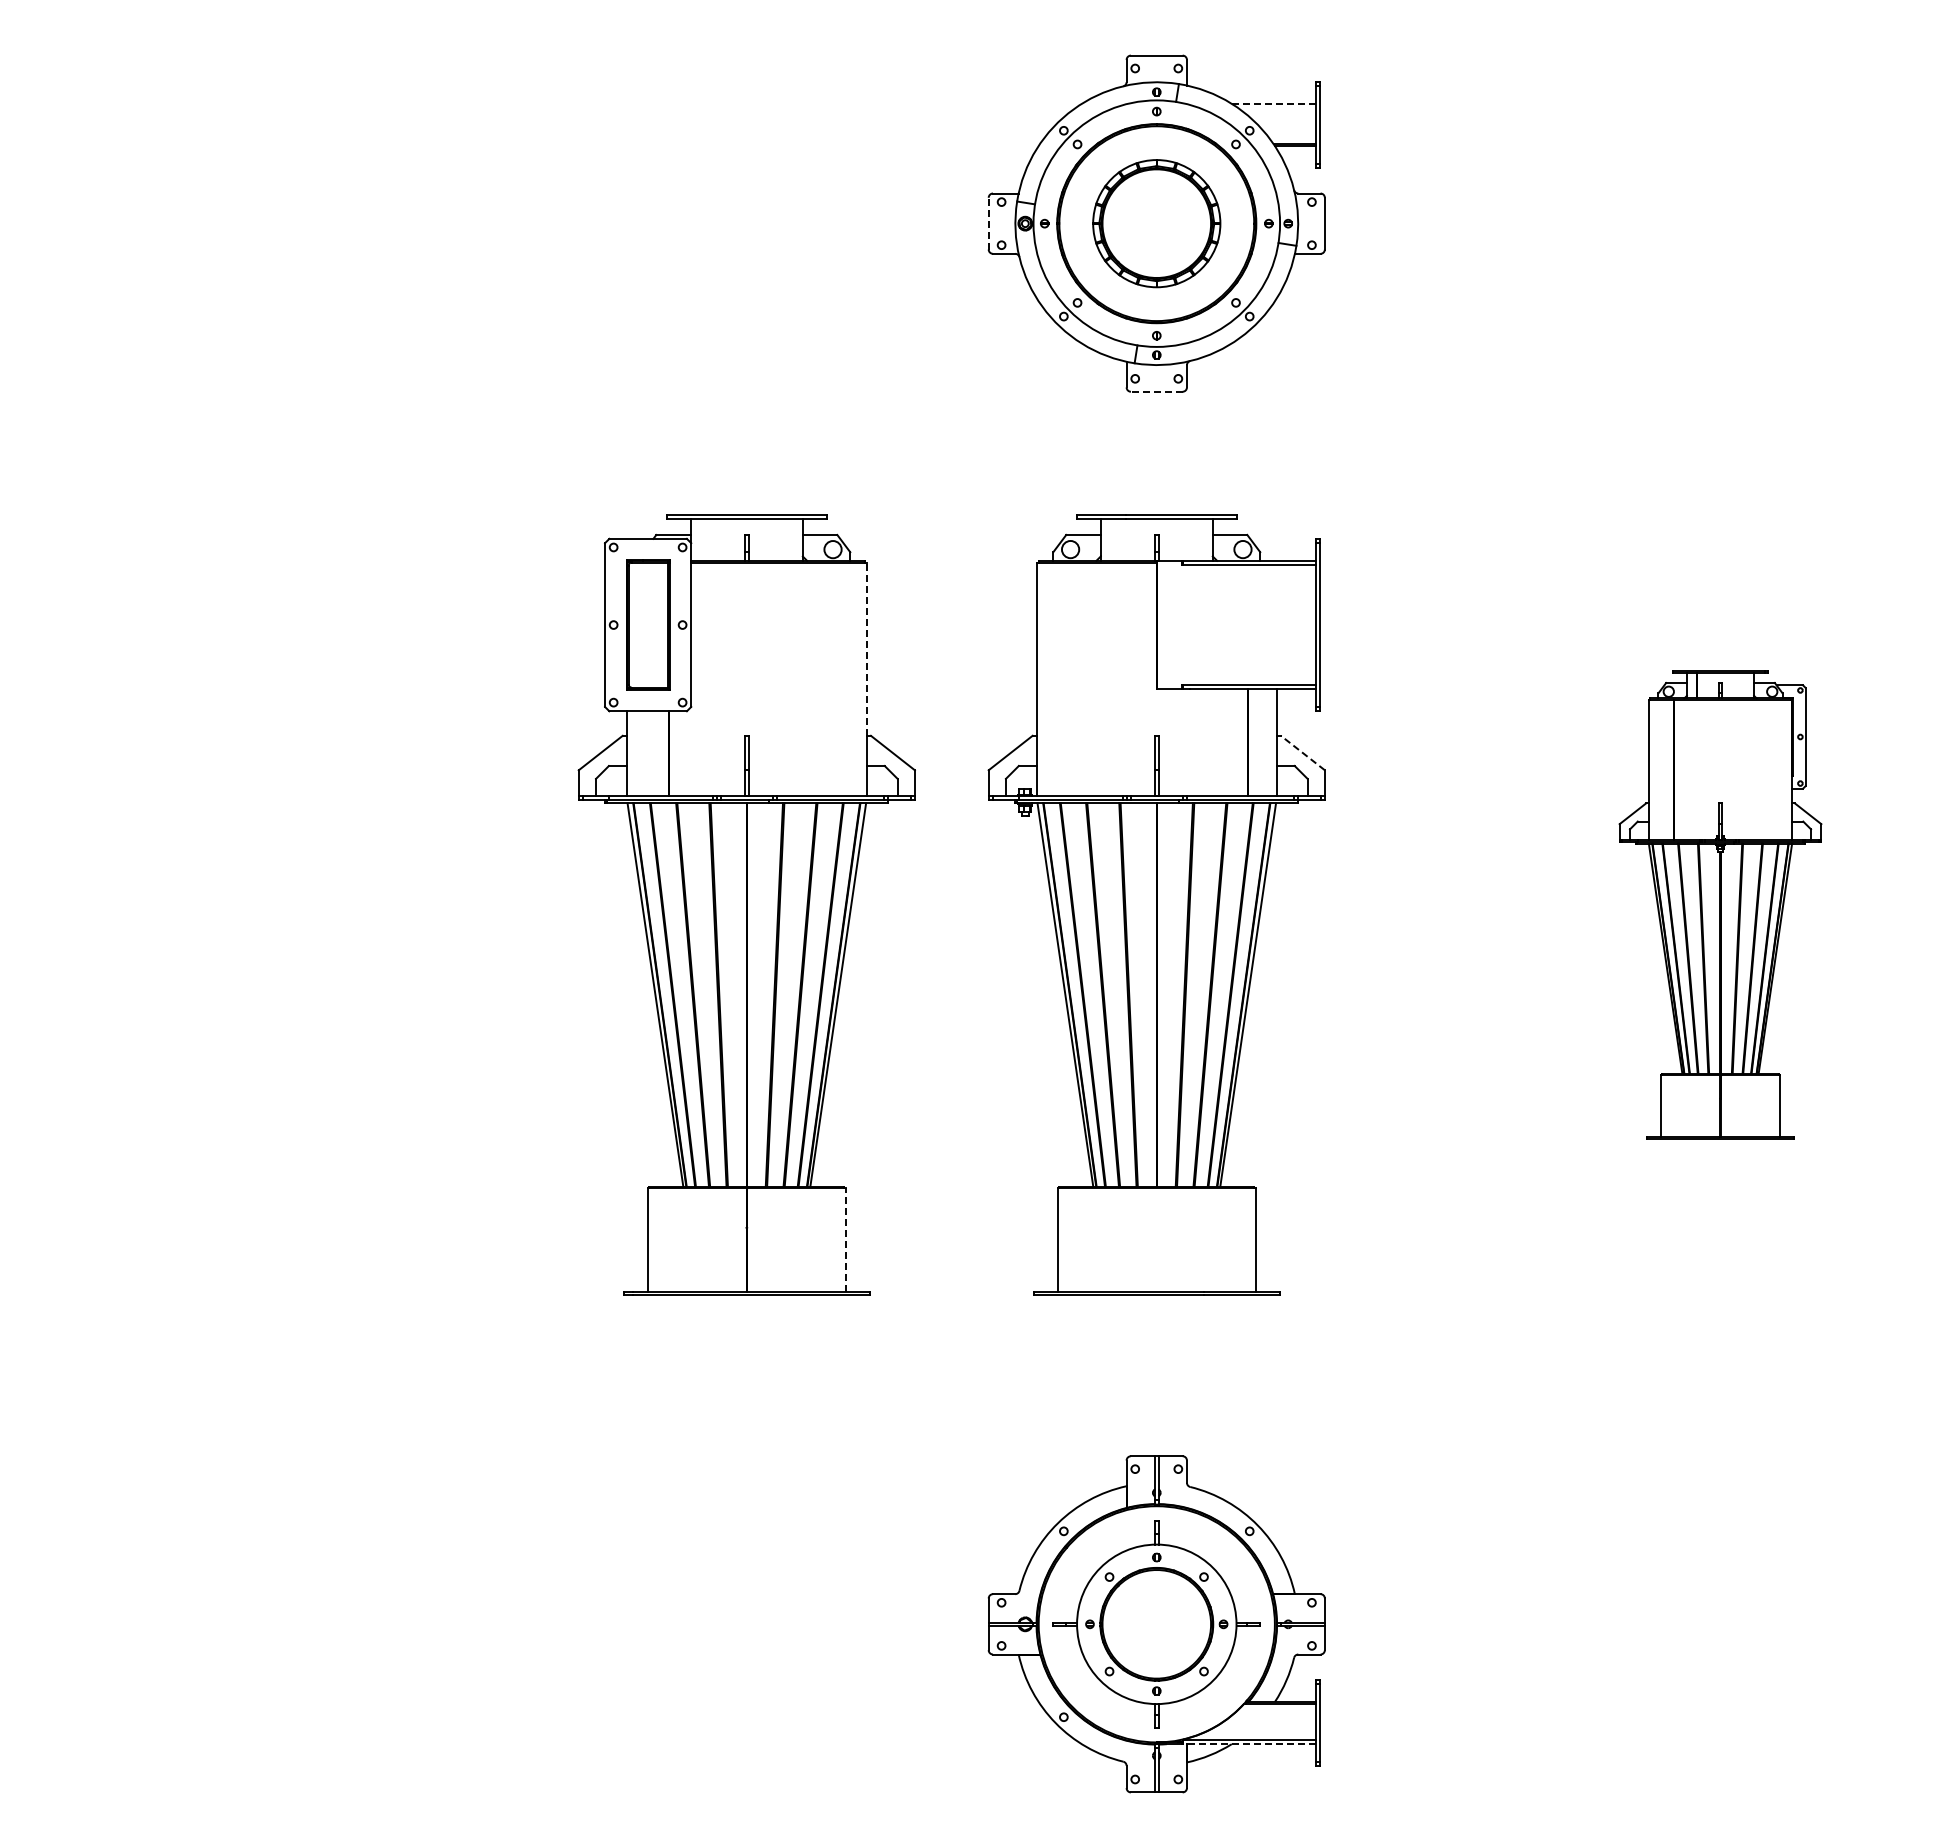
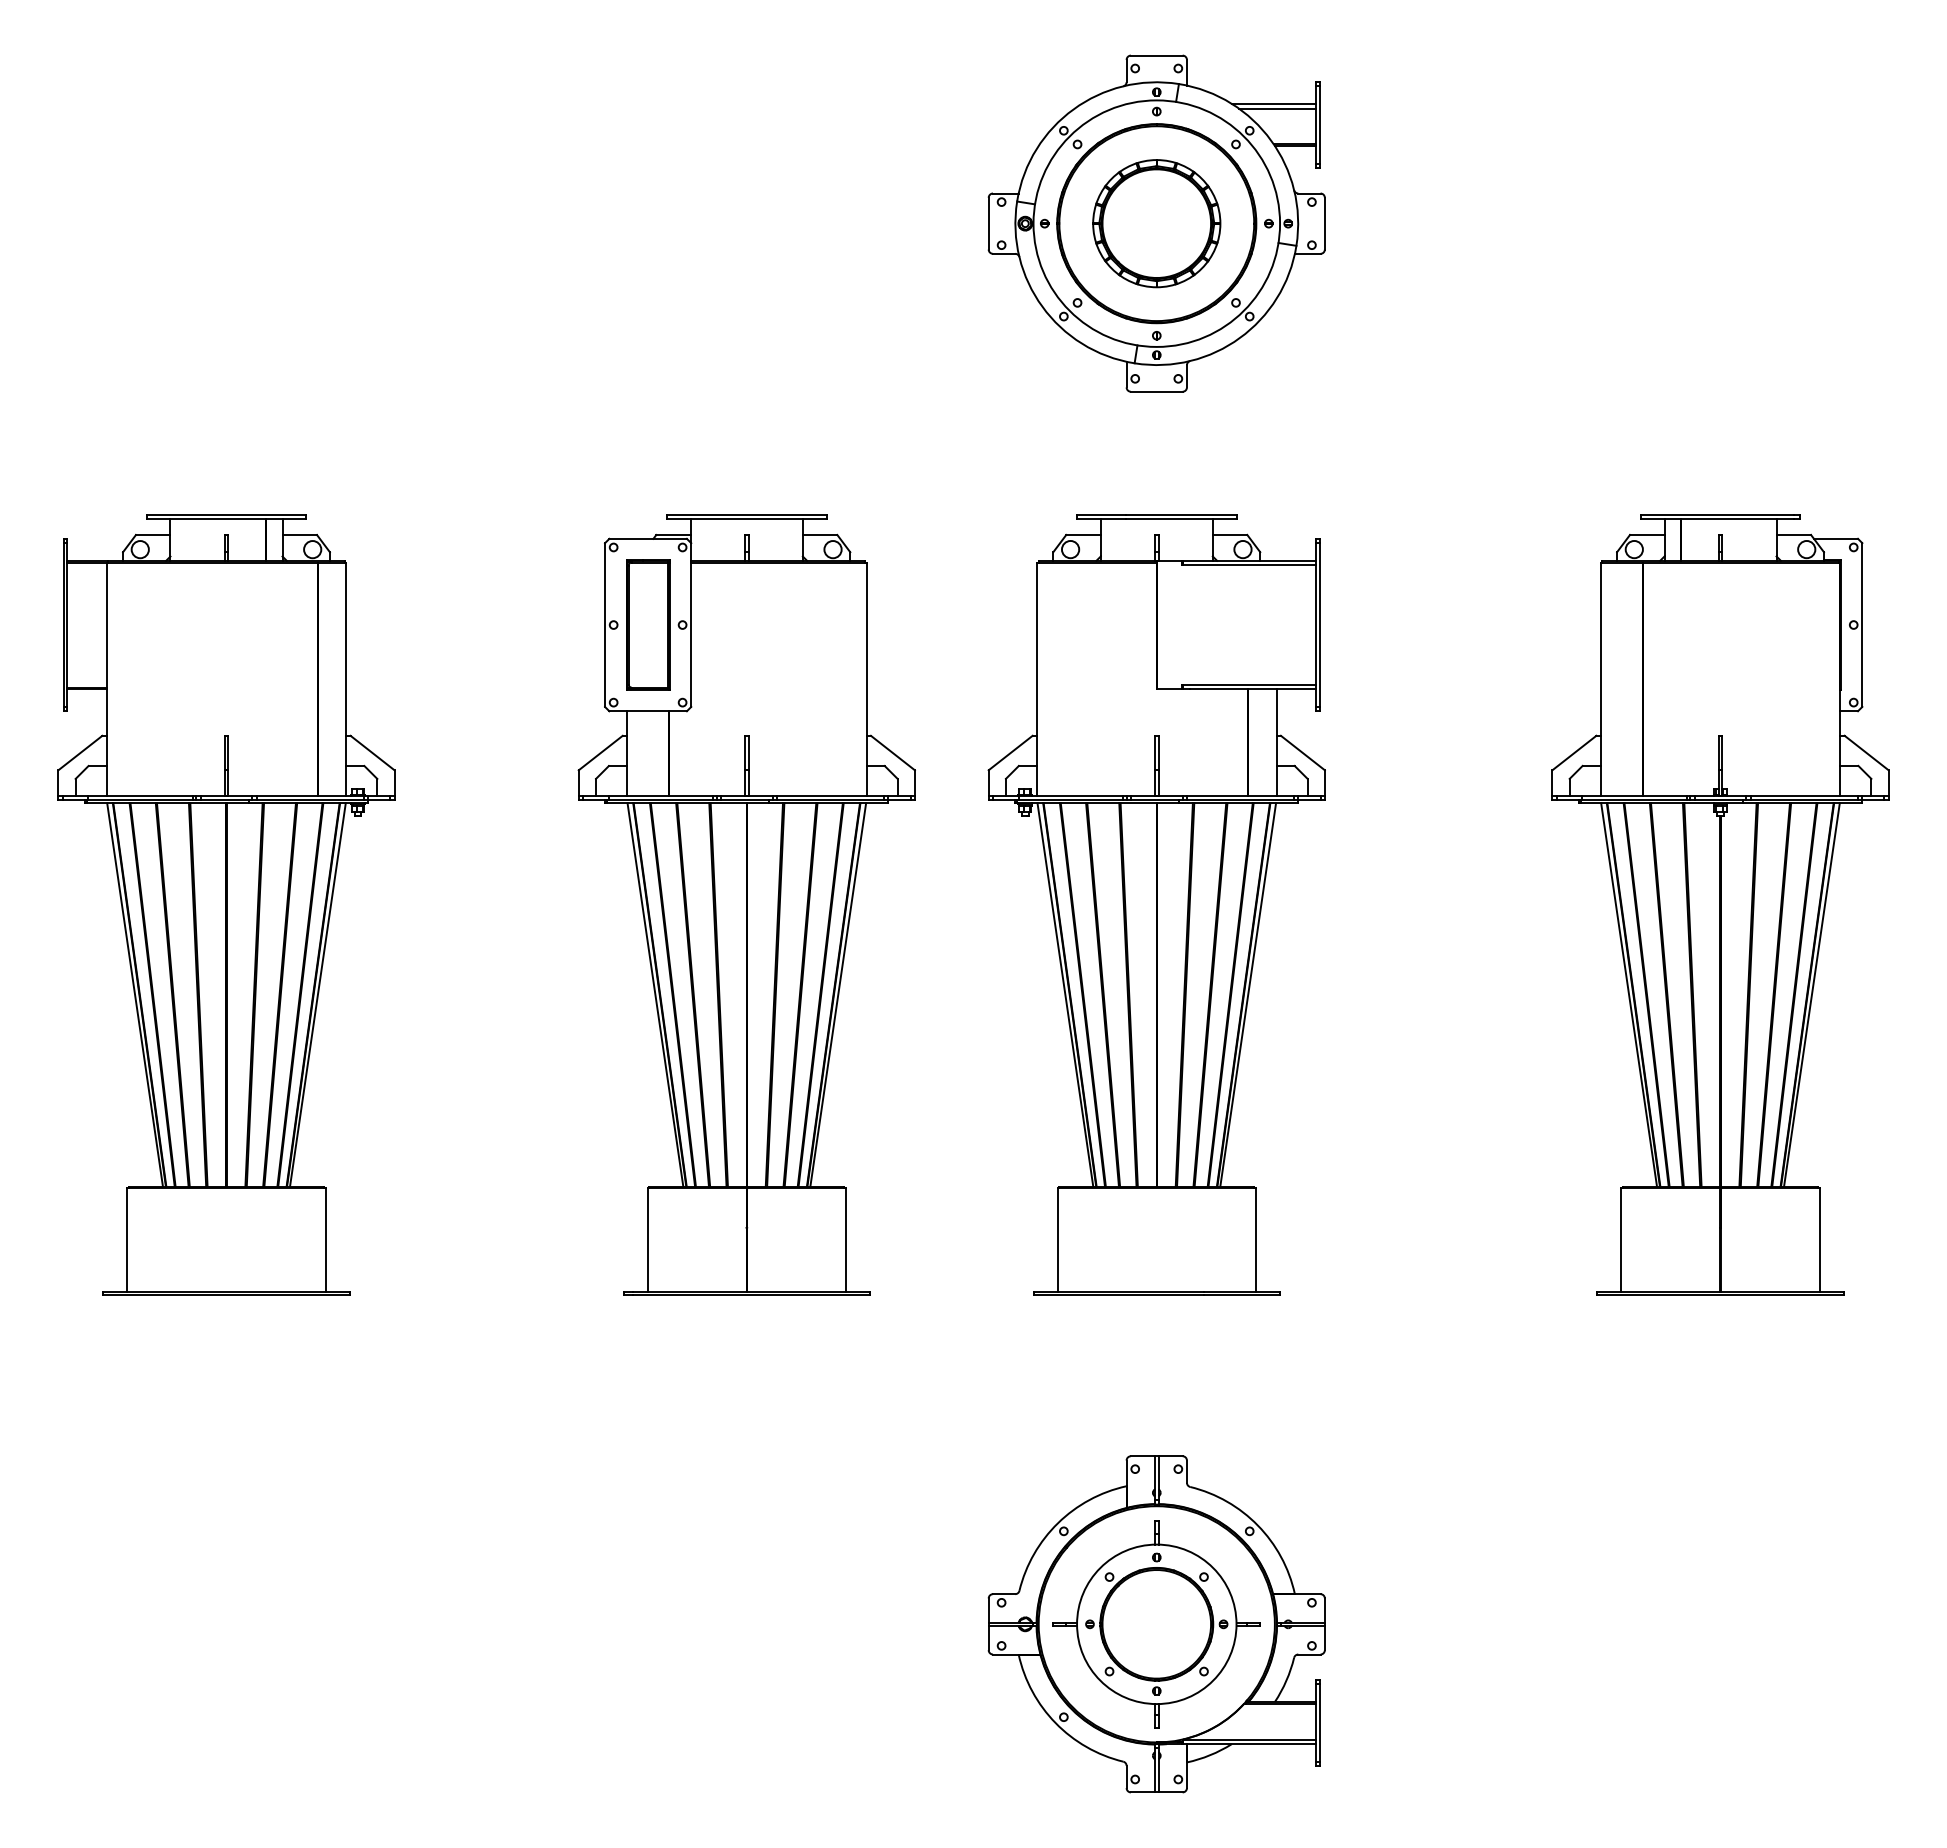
line at (1273, 103): dashed -> solid
line at (1277, 108): none -> present
line at (988, 223): dashed -> solid
line at (1156, 391): dashed -> solid
line at (866, 649): dashed -> solid
line at (1302, 753): dashed -> solid
part at (226, 904): none -> present
part at (1720, 904) size: 205x470 px -> 339x782 px
line at (845, 1240): dashed -> solid
line at (1249, 1744): dashed -> solid
